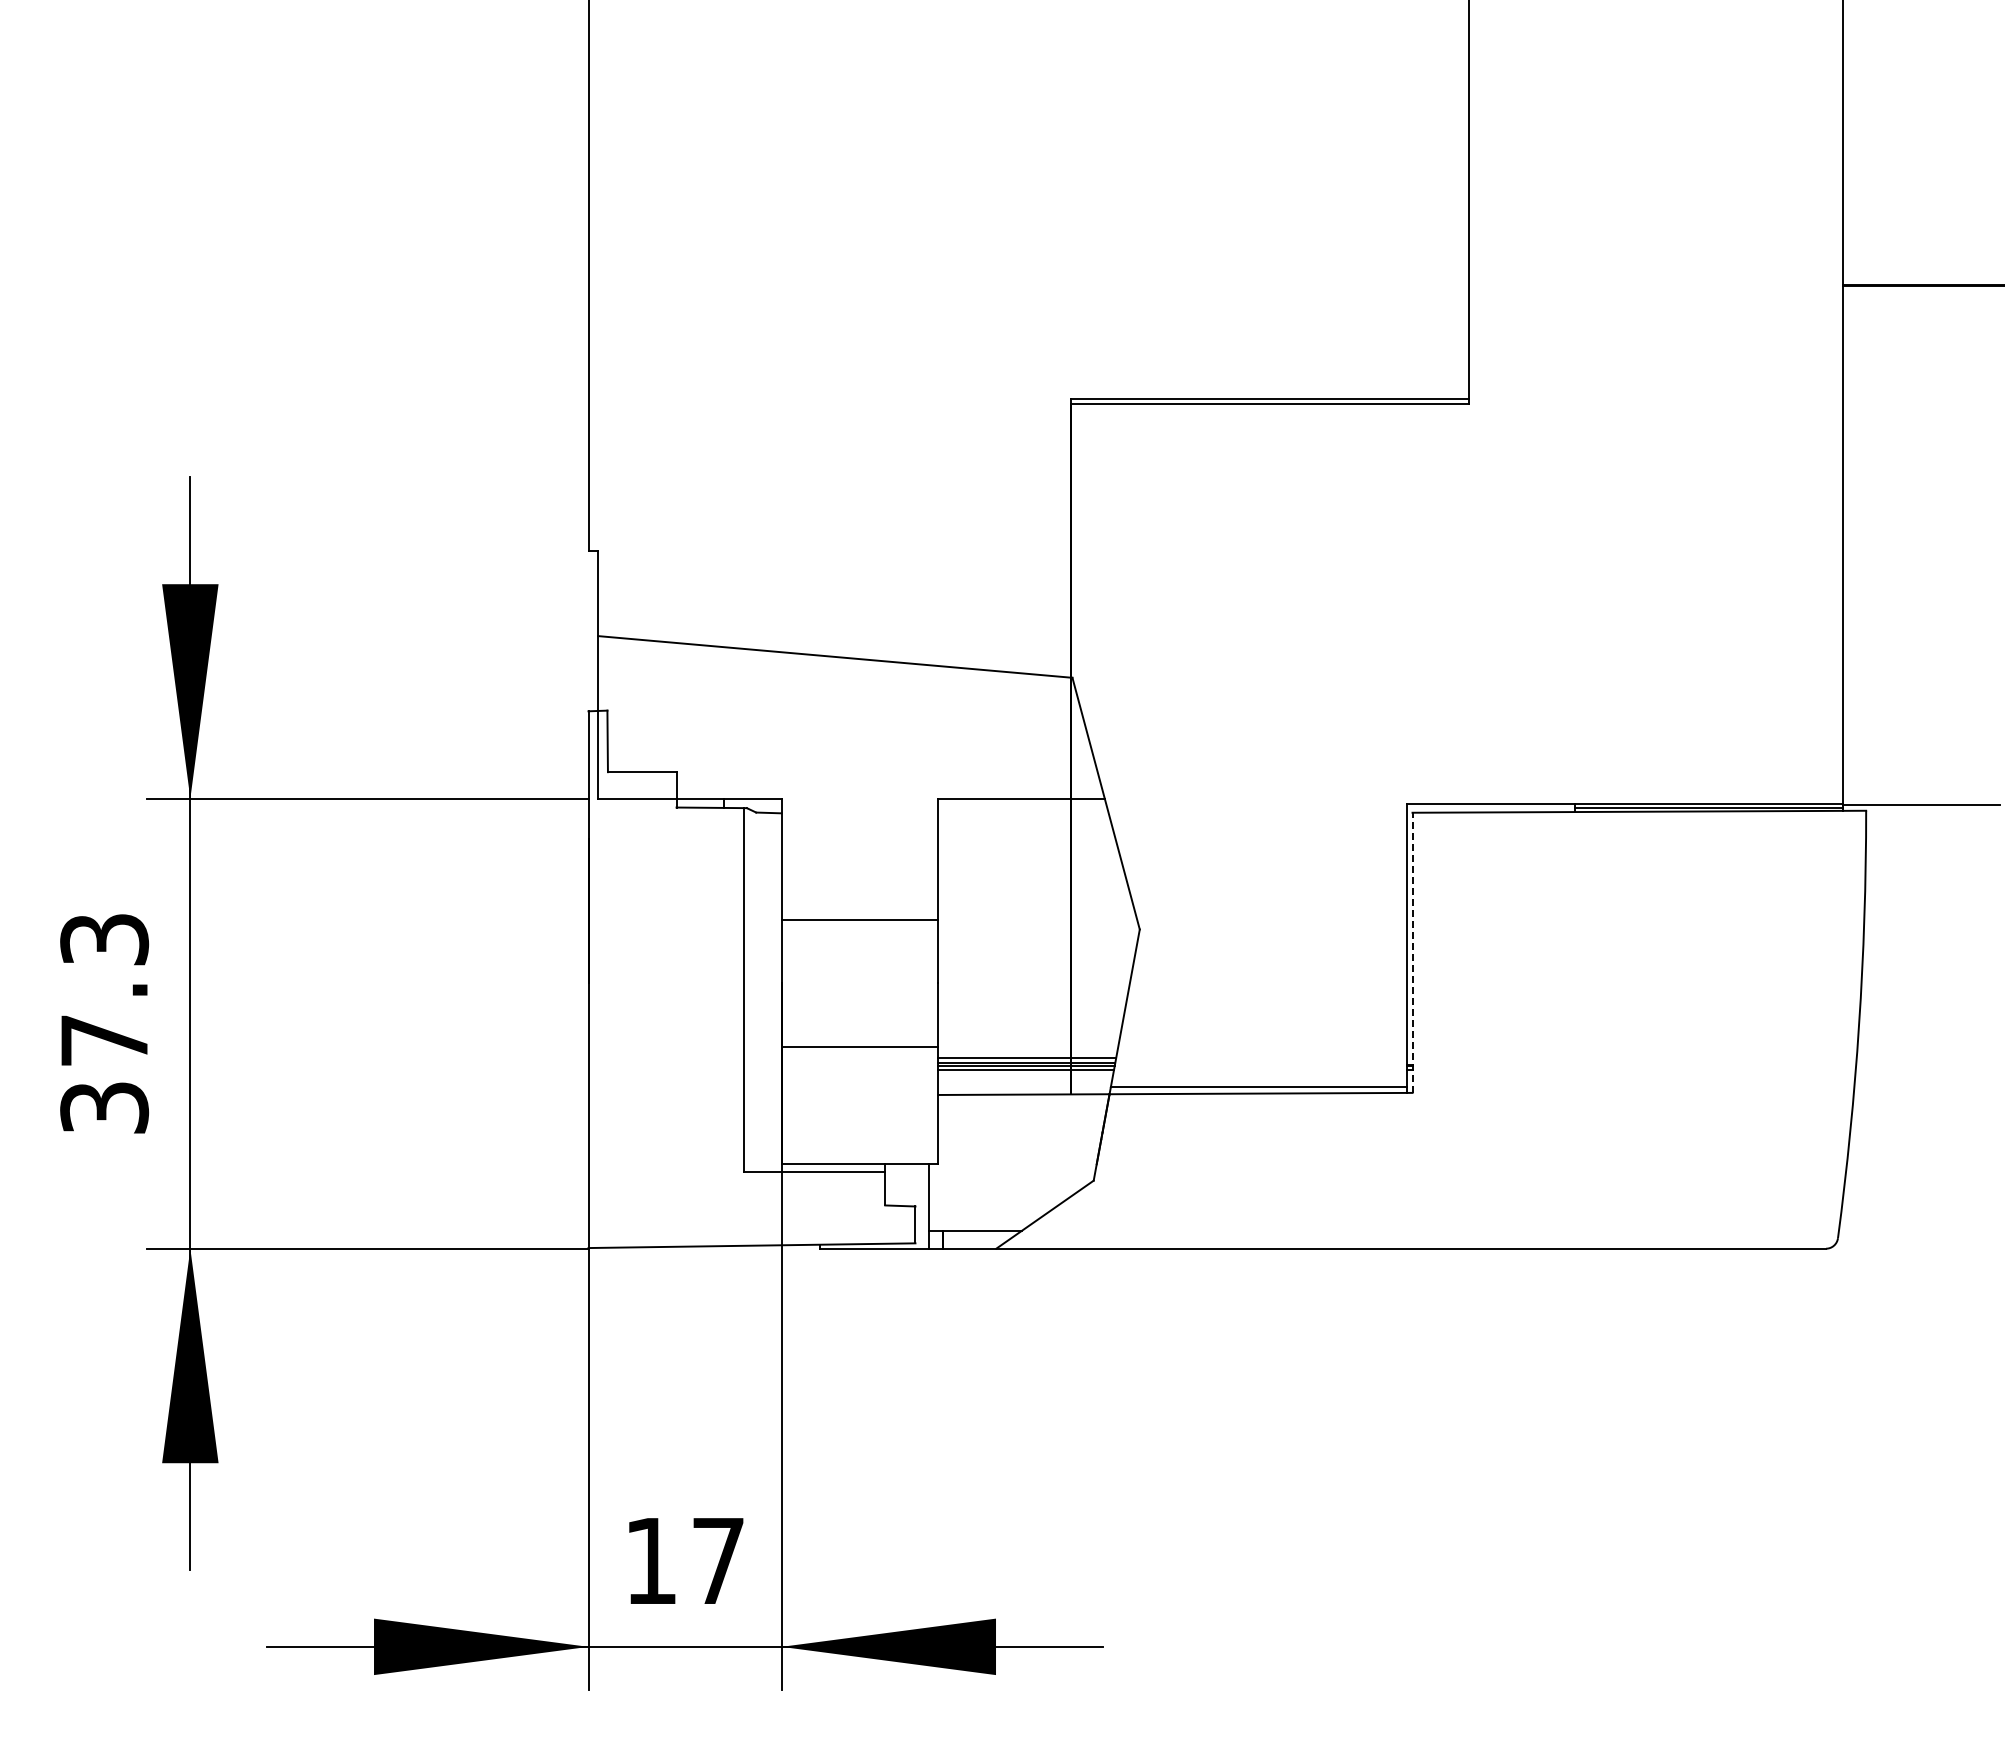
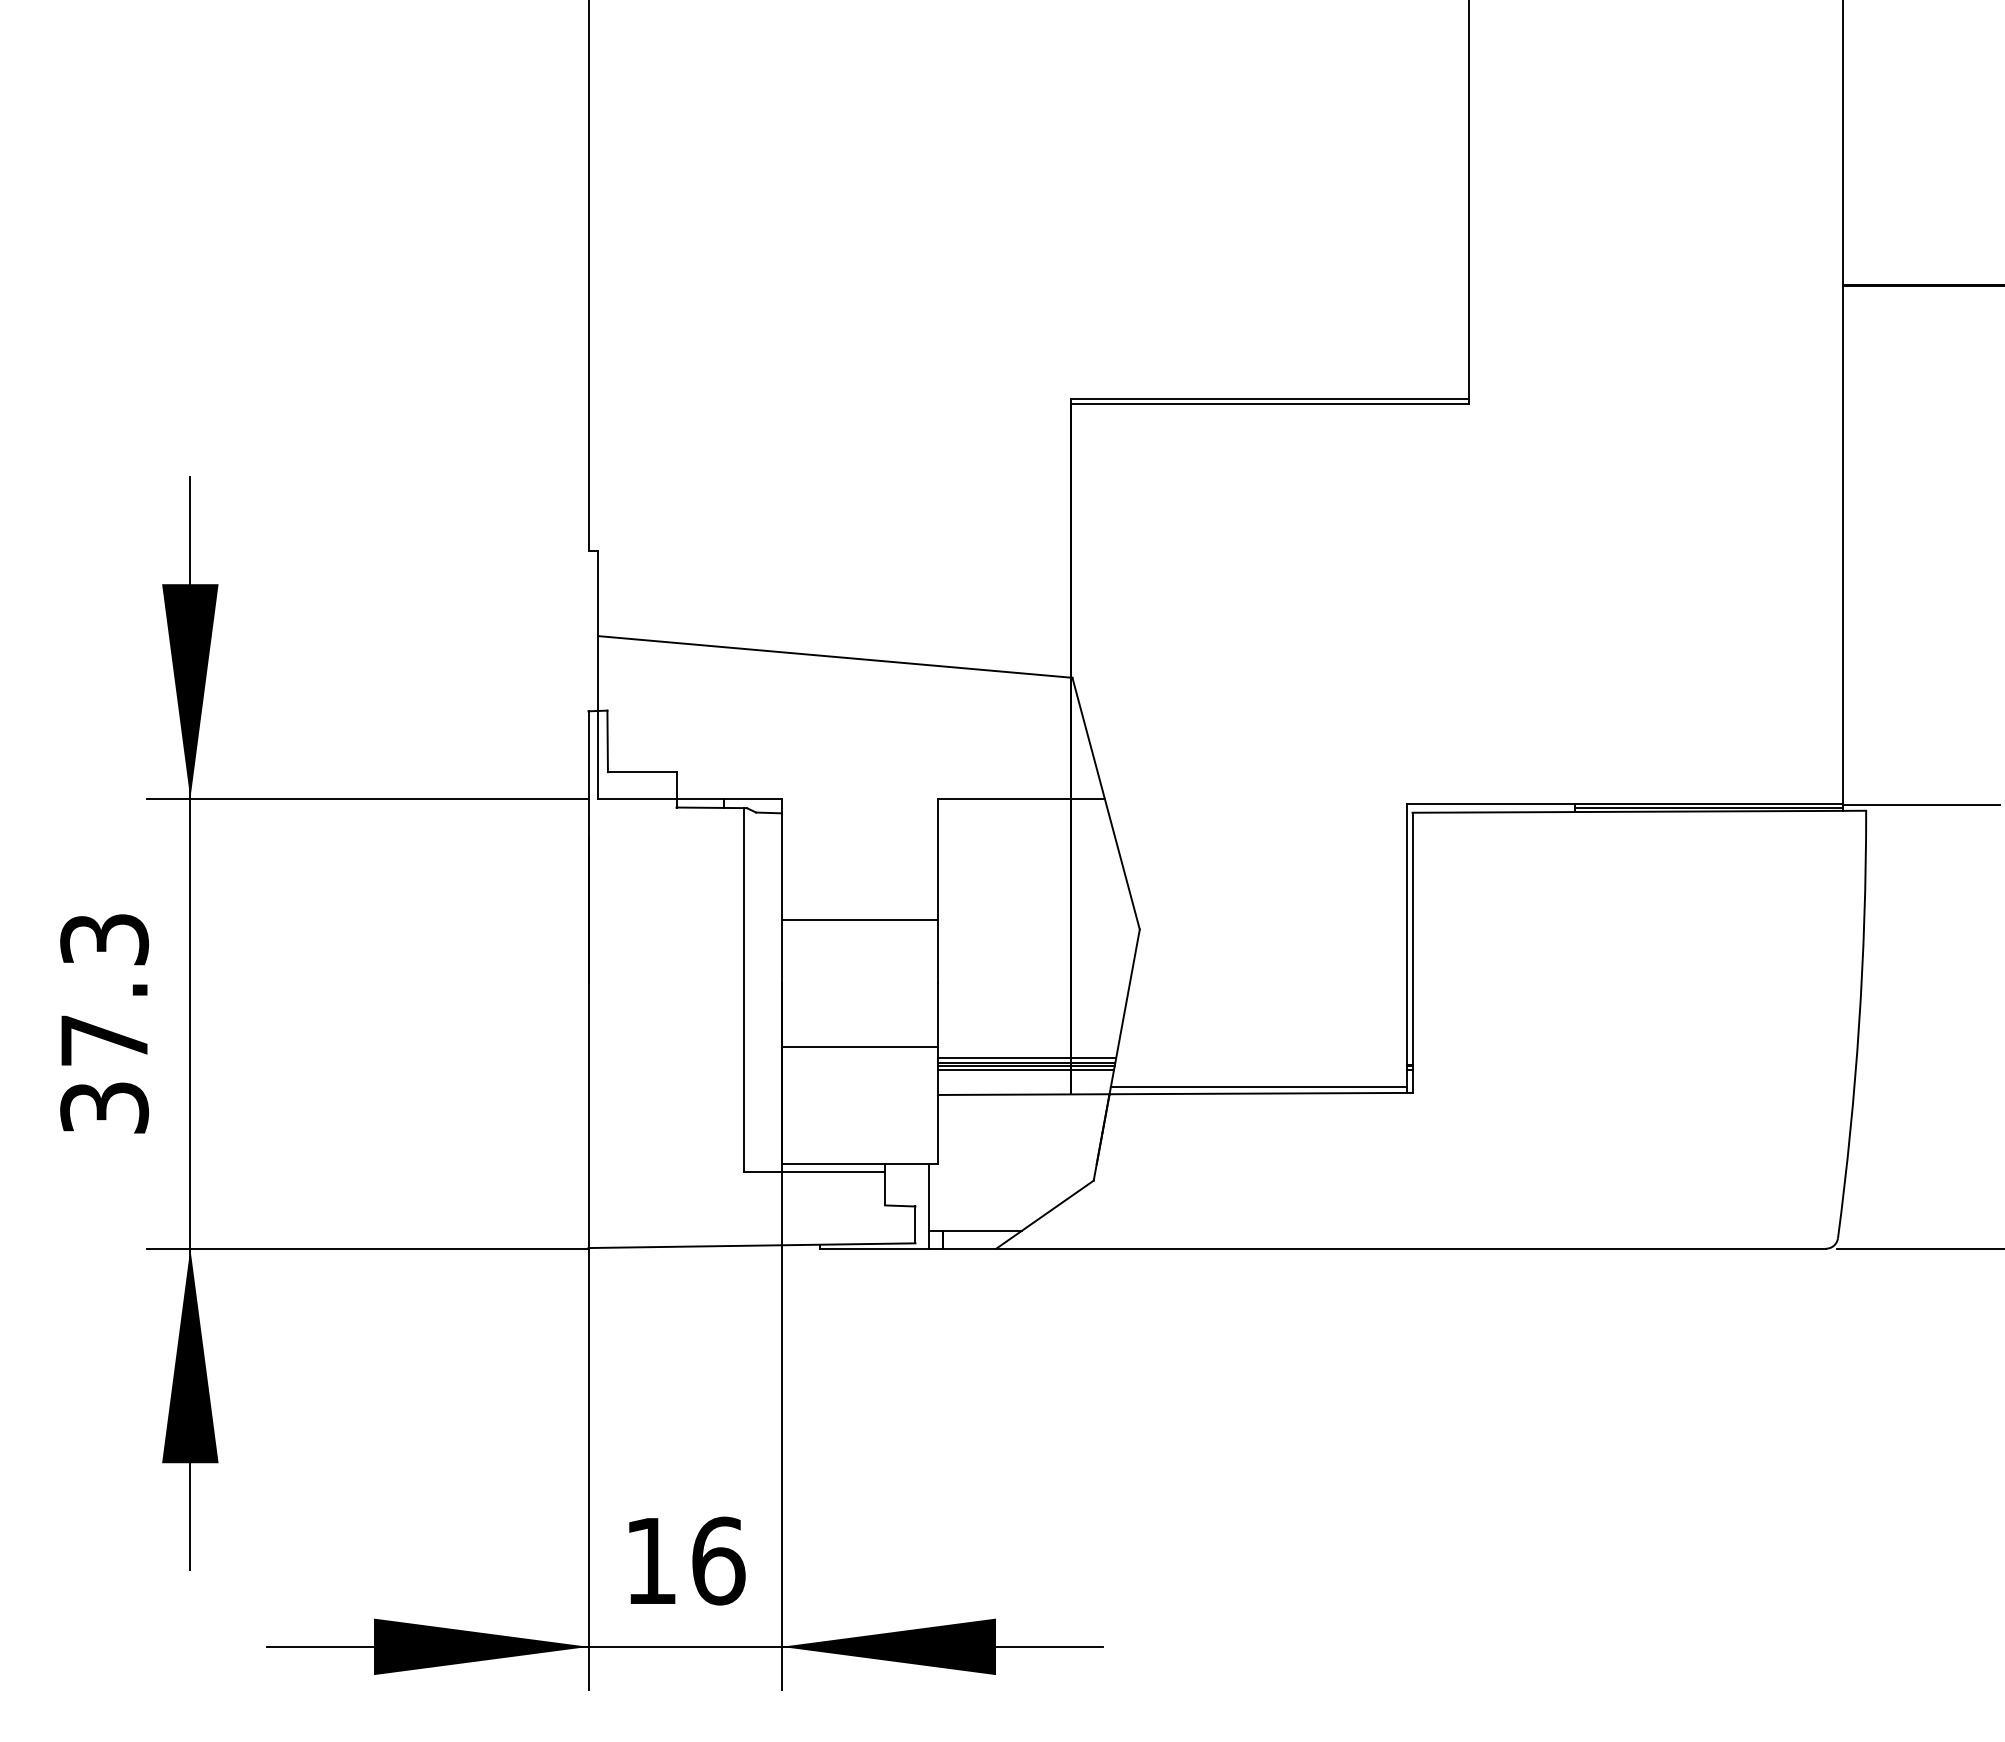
line at (1412, 952): dashed -> solid
line at (1918, 1248): none -> present
text at (718, 1560): 17 -> 16
